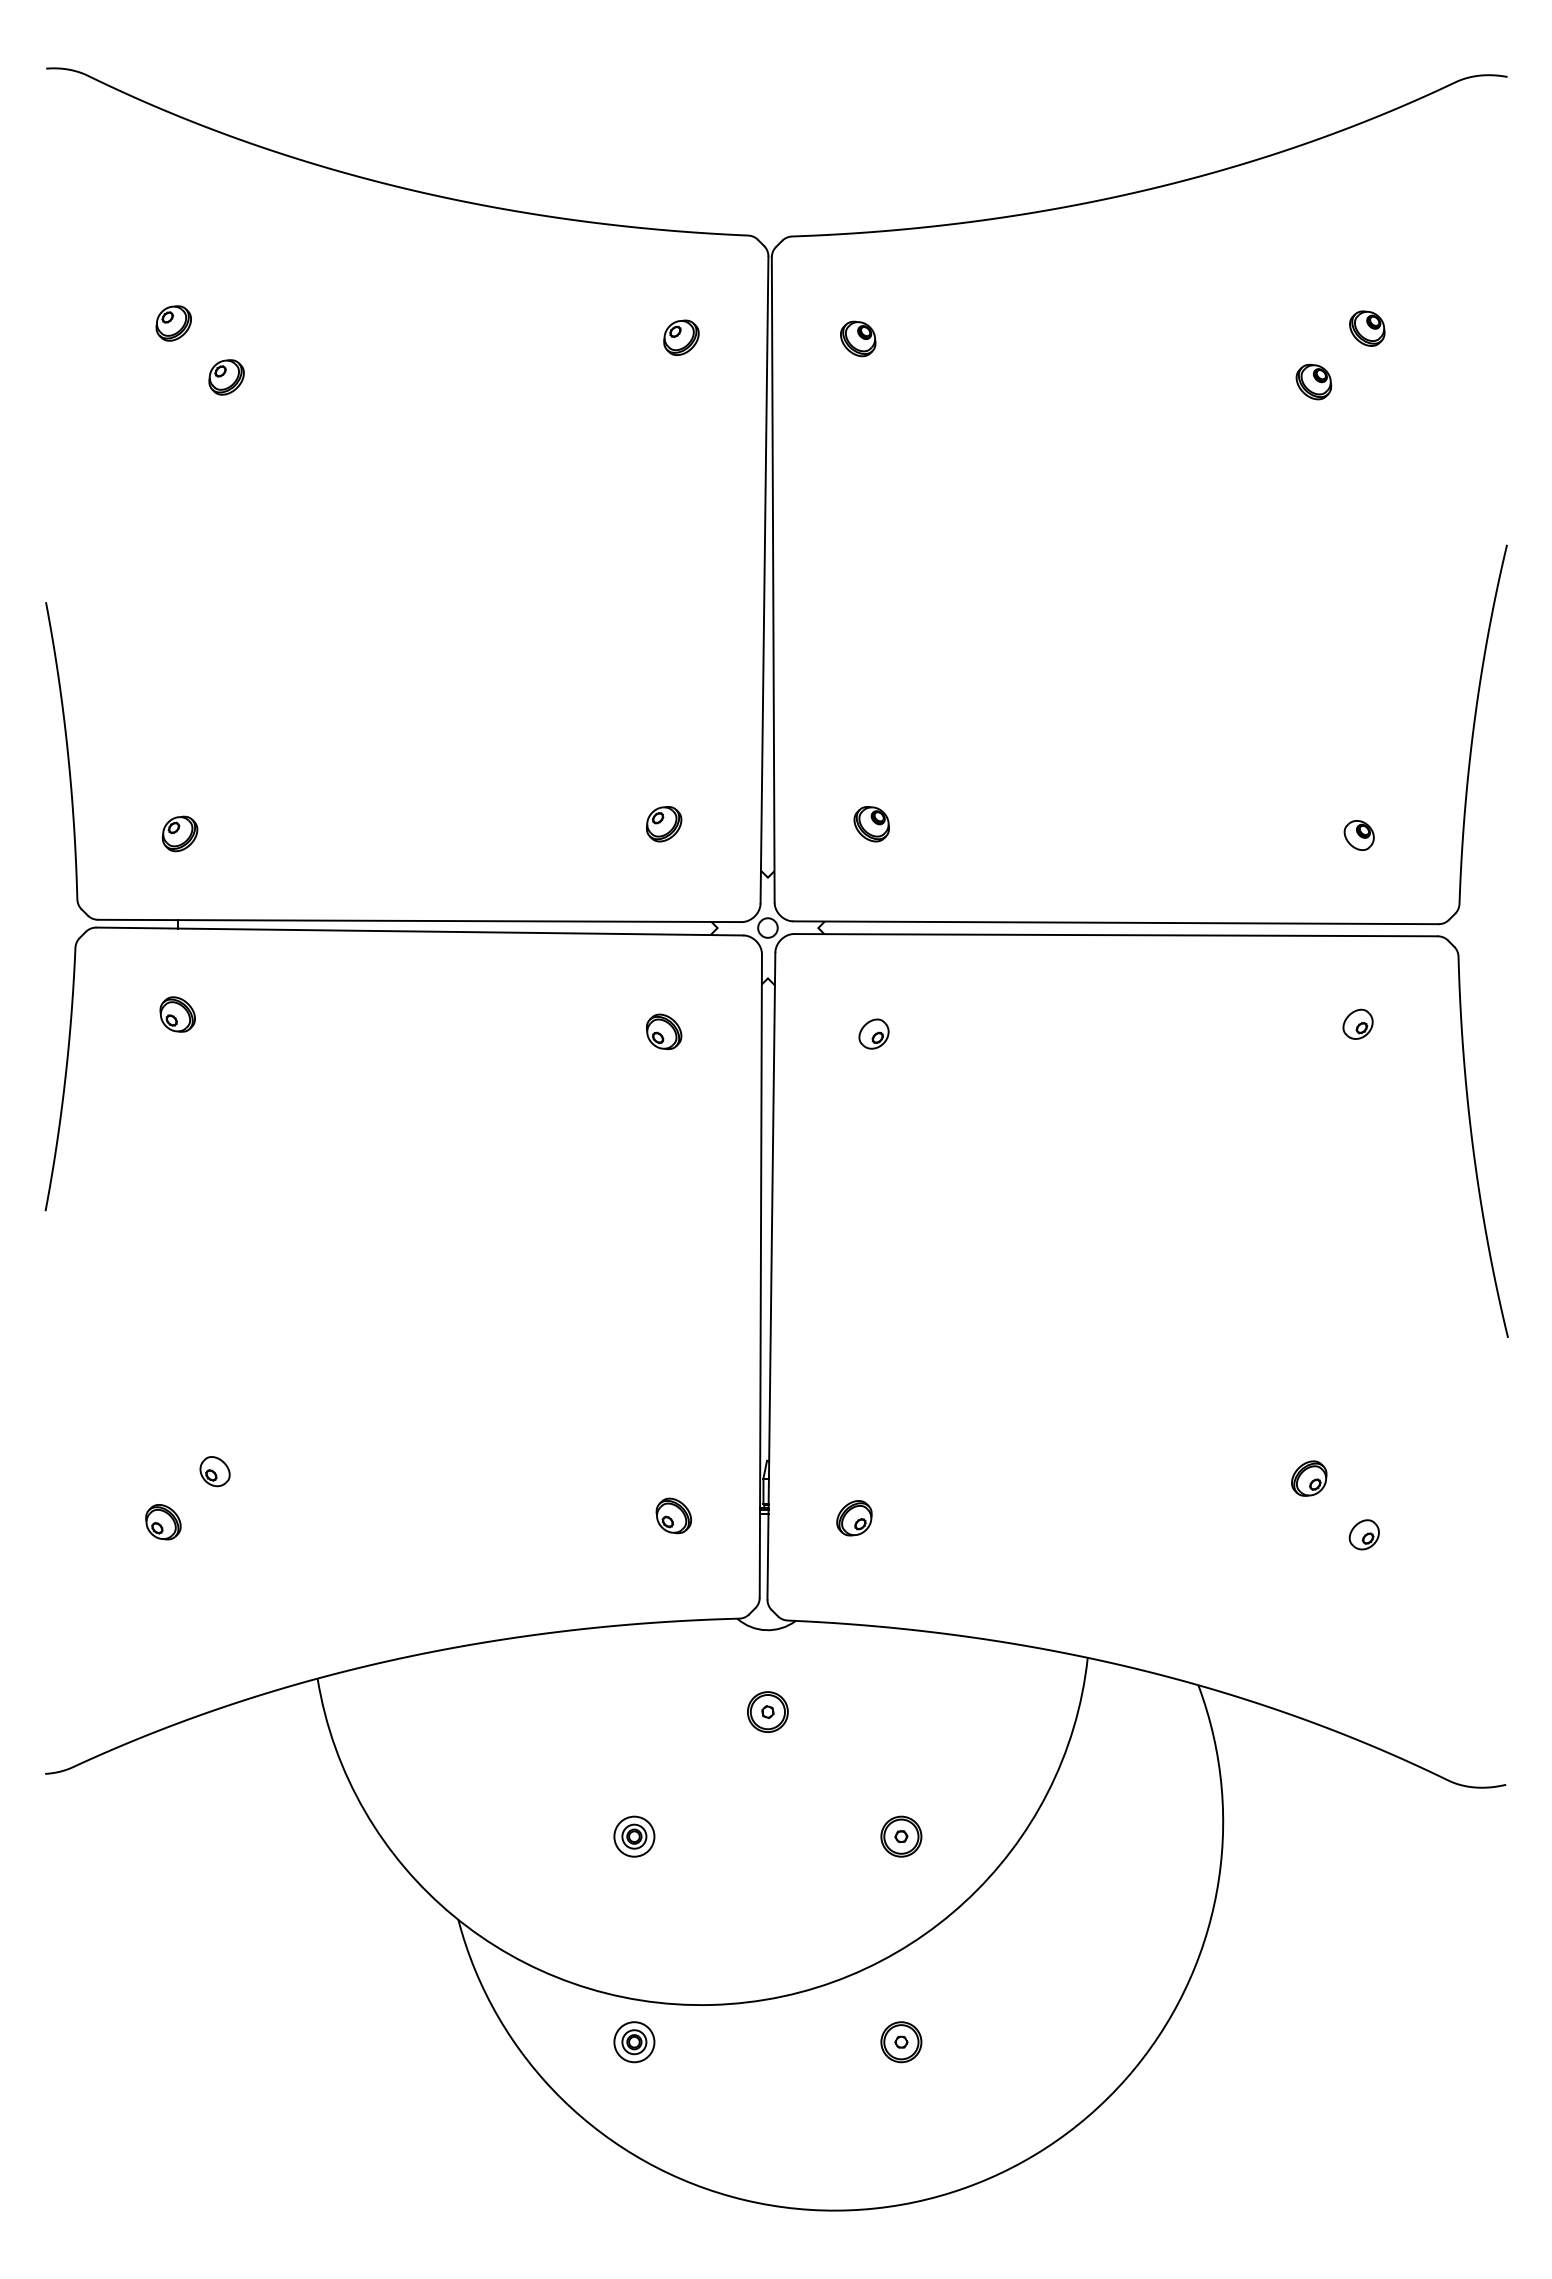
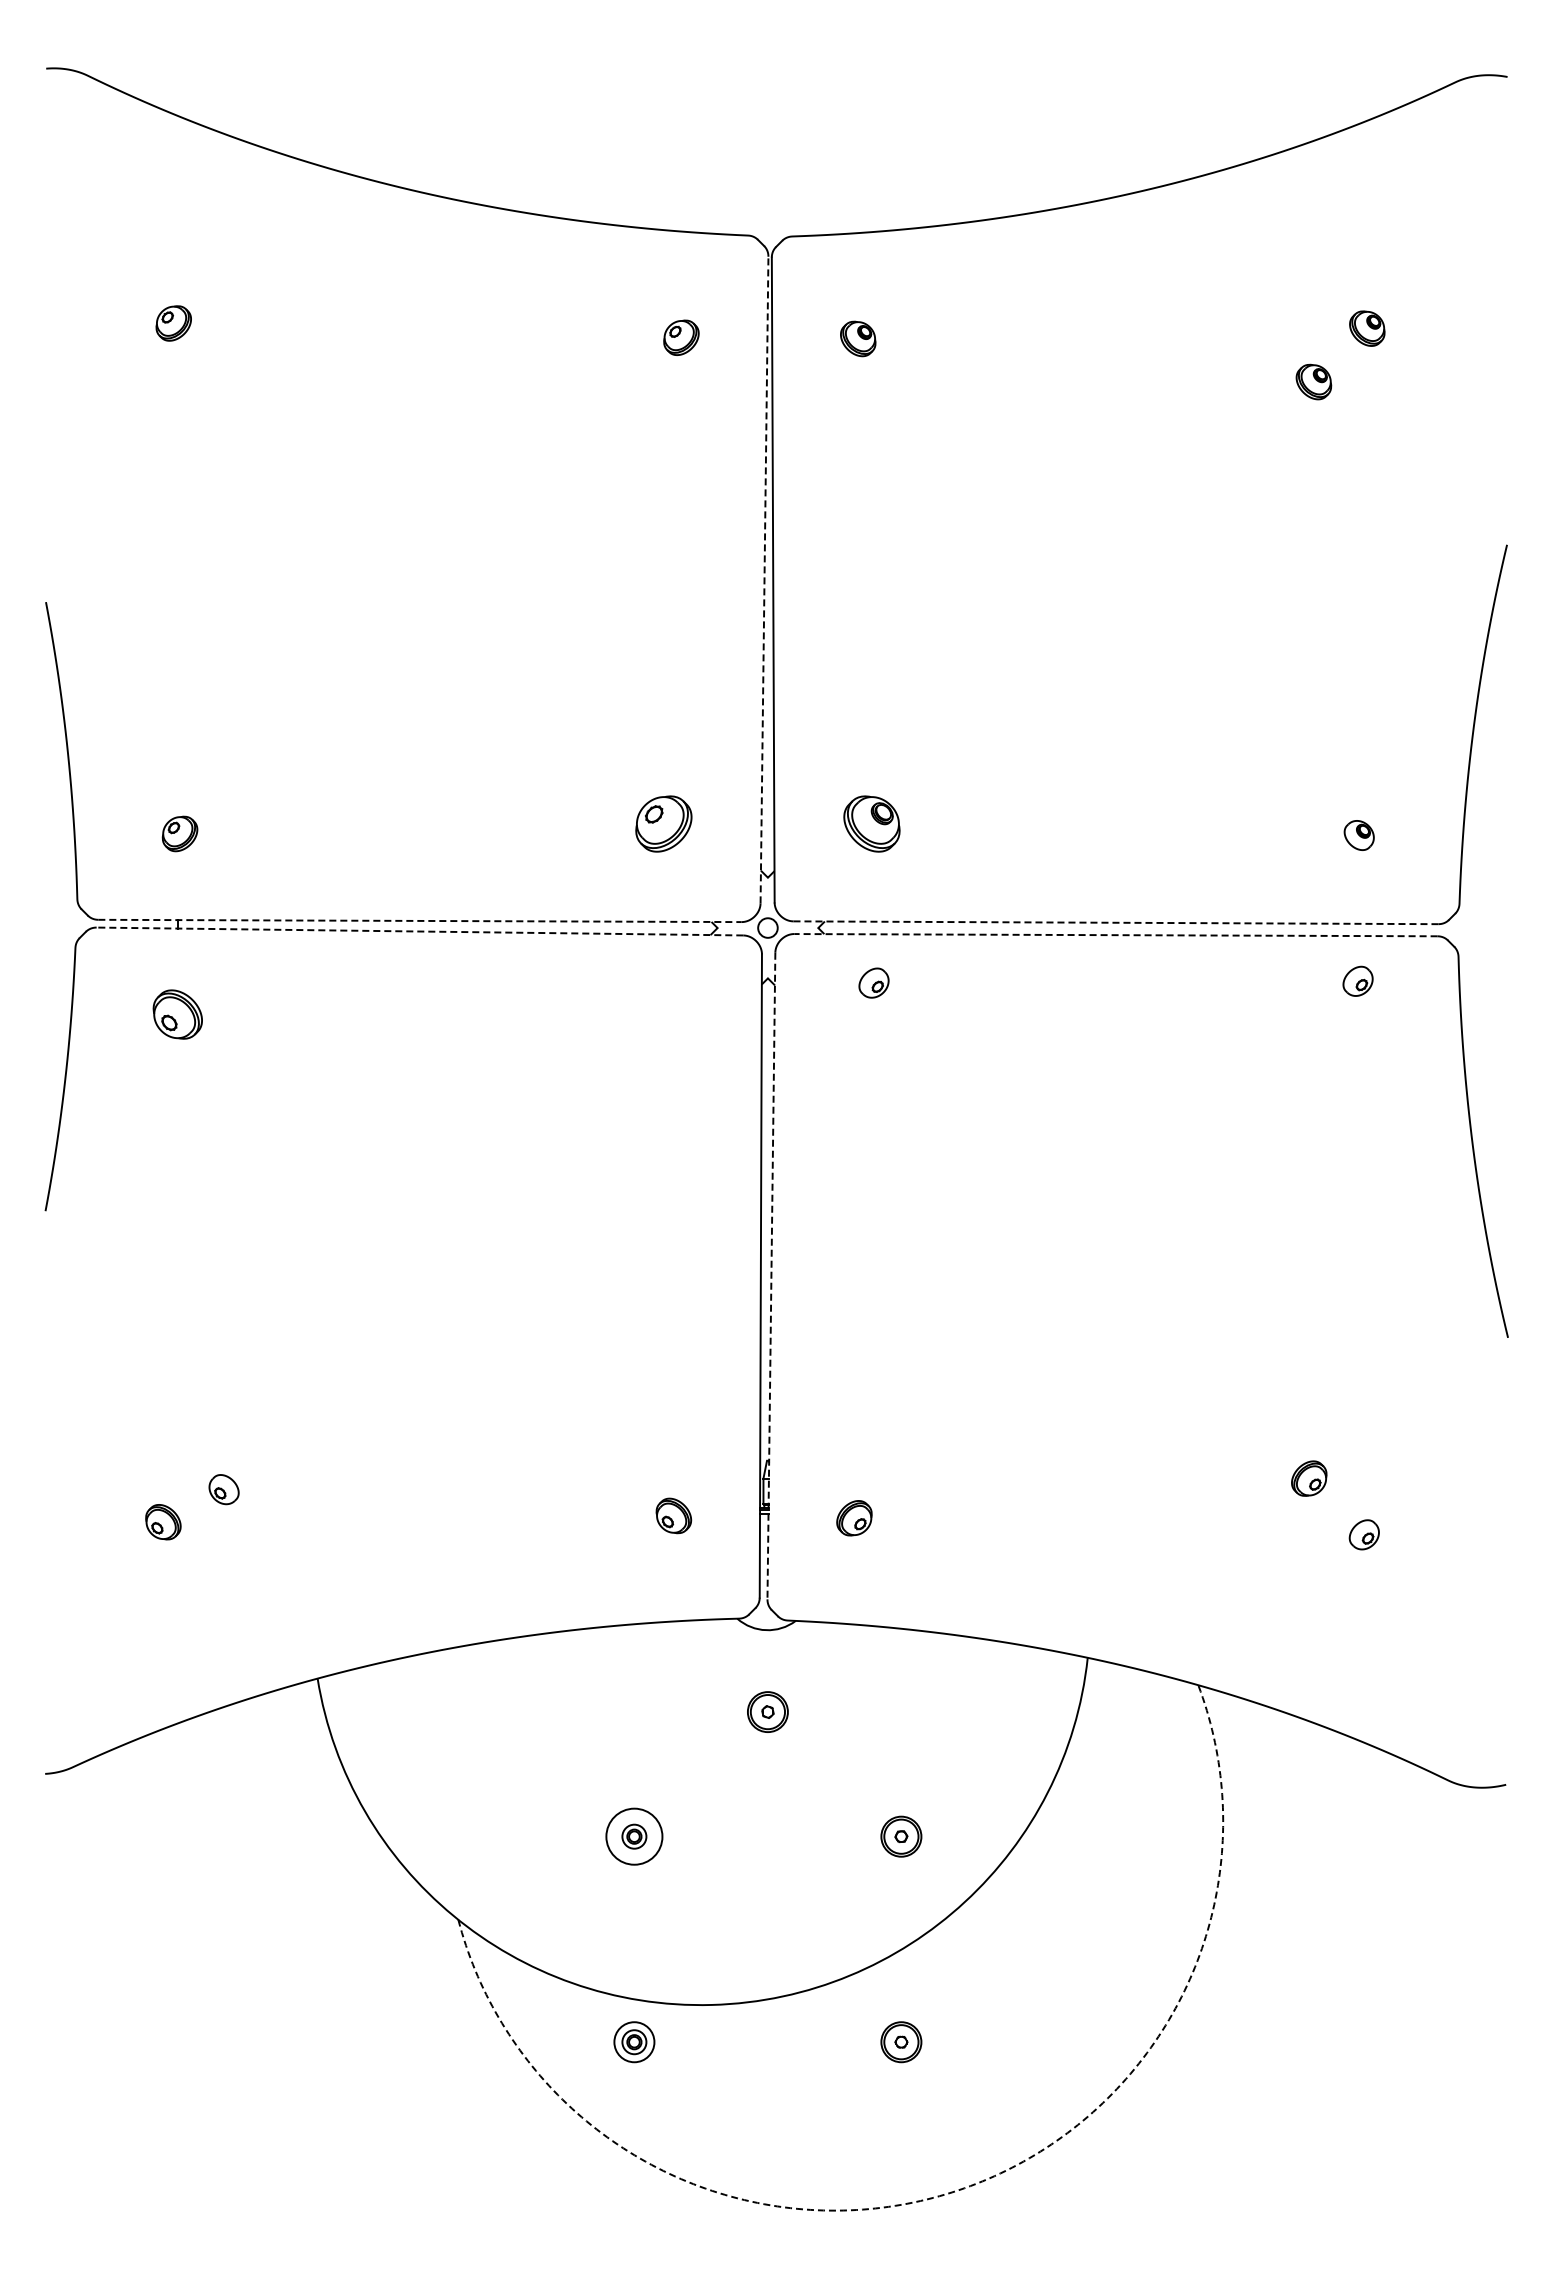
part at (226, 377): present -> none
line at (764, 579): solid -> dashed
part at (664, 824) size: 37x37 px -> 58x58 px
part at (871, 824) size: 37x37 px -> 58x58 px
line at (419, 920): solid -> dashed
line at (1116, 922): solid -> dashed
line at (419, 931): solid -> dashed
line at (1115, 935): solid -> dashed
part at (177, 1014) size: 37x37 px -> 51x51 px
part at (1357, 1023) position: (1357, 1023) -> (1357, 980)
part at (664, 1031): present -> none
part at (873, 1033) position: (873, 1033) -> (873, 982)
line at (771, 1276): solid -> dashed
part at (214, 1471) position: (214, 1471) -> (223, 1489)
circle at (634, 1836) diameter: 40 px -> 56 px
arc at (952, 2192): solid -> dashed
